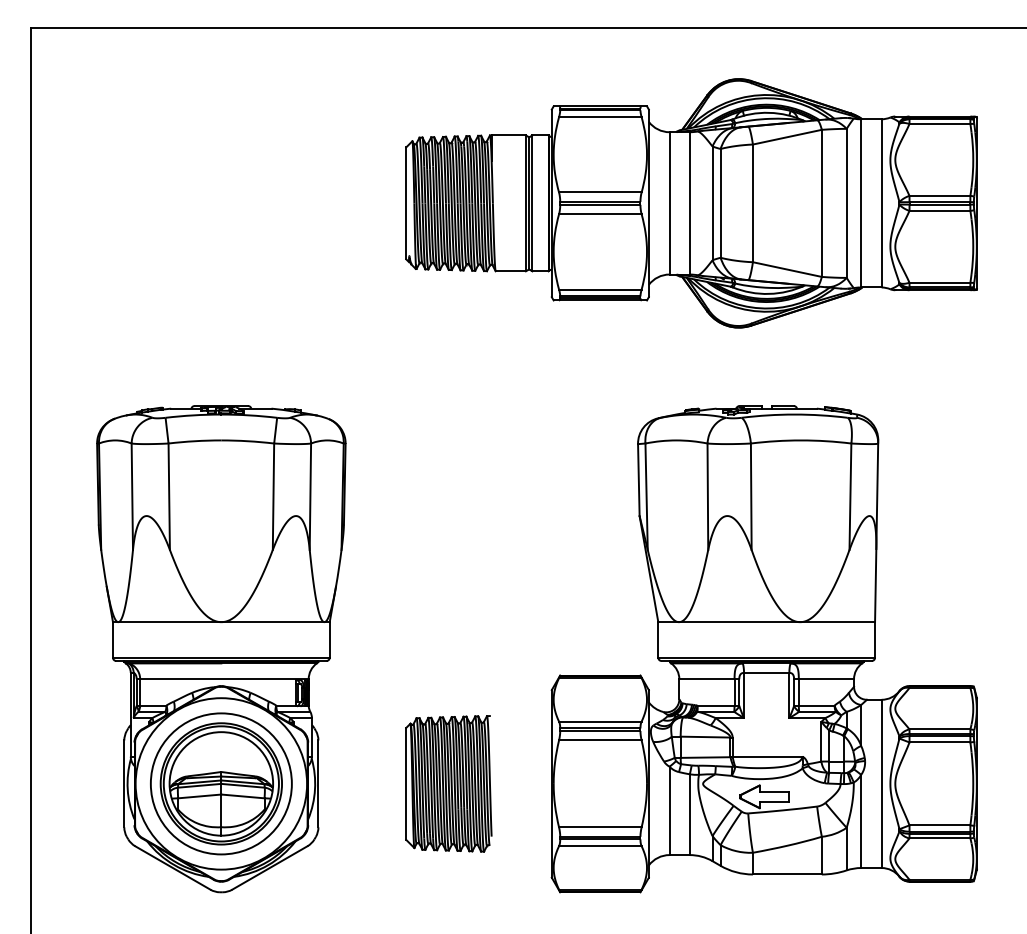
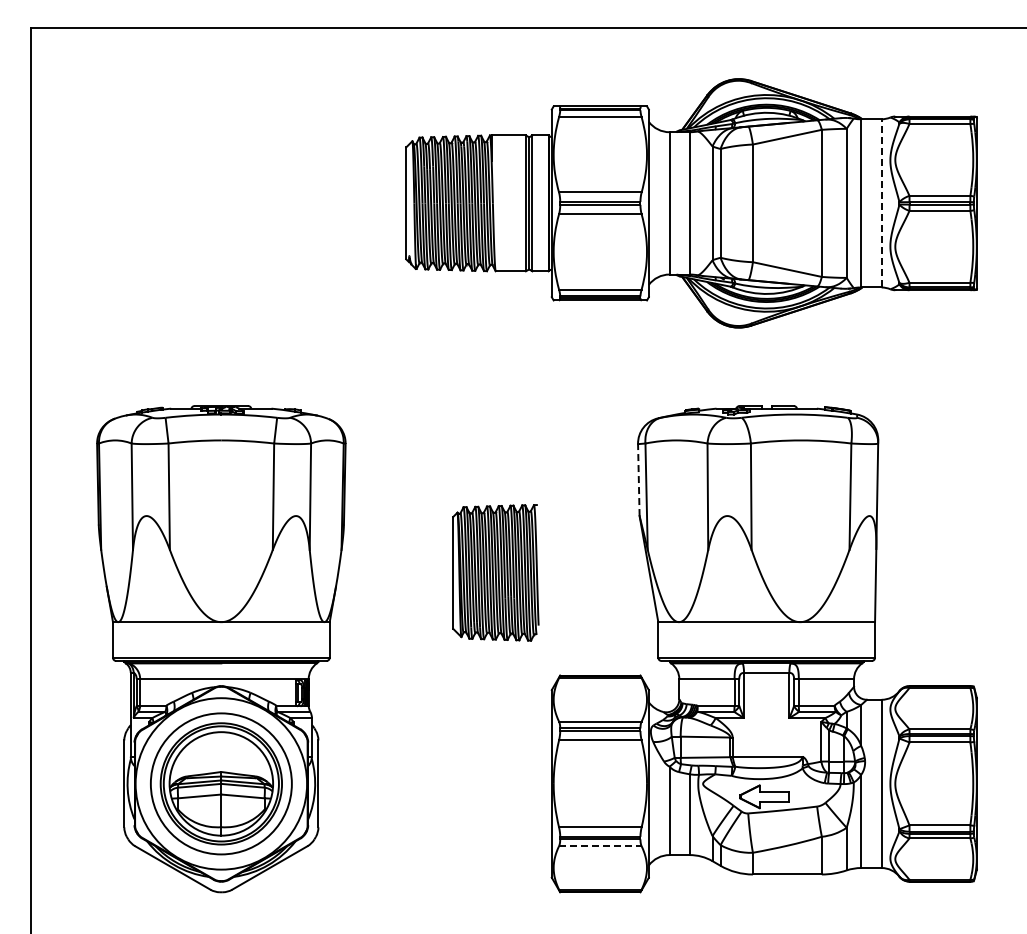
line at (881, 202): solid -> dashed
line at (638, 480): solid -> dashed
part at (448, 783) position: (448, 783) -> (495, 572)
line at (600, 846): solid -> dashed
